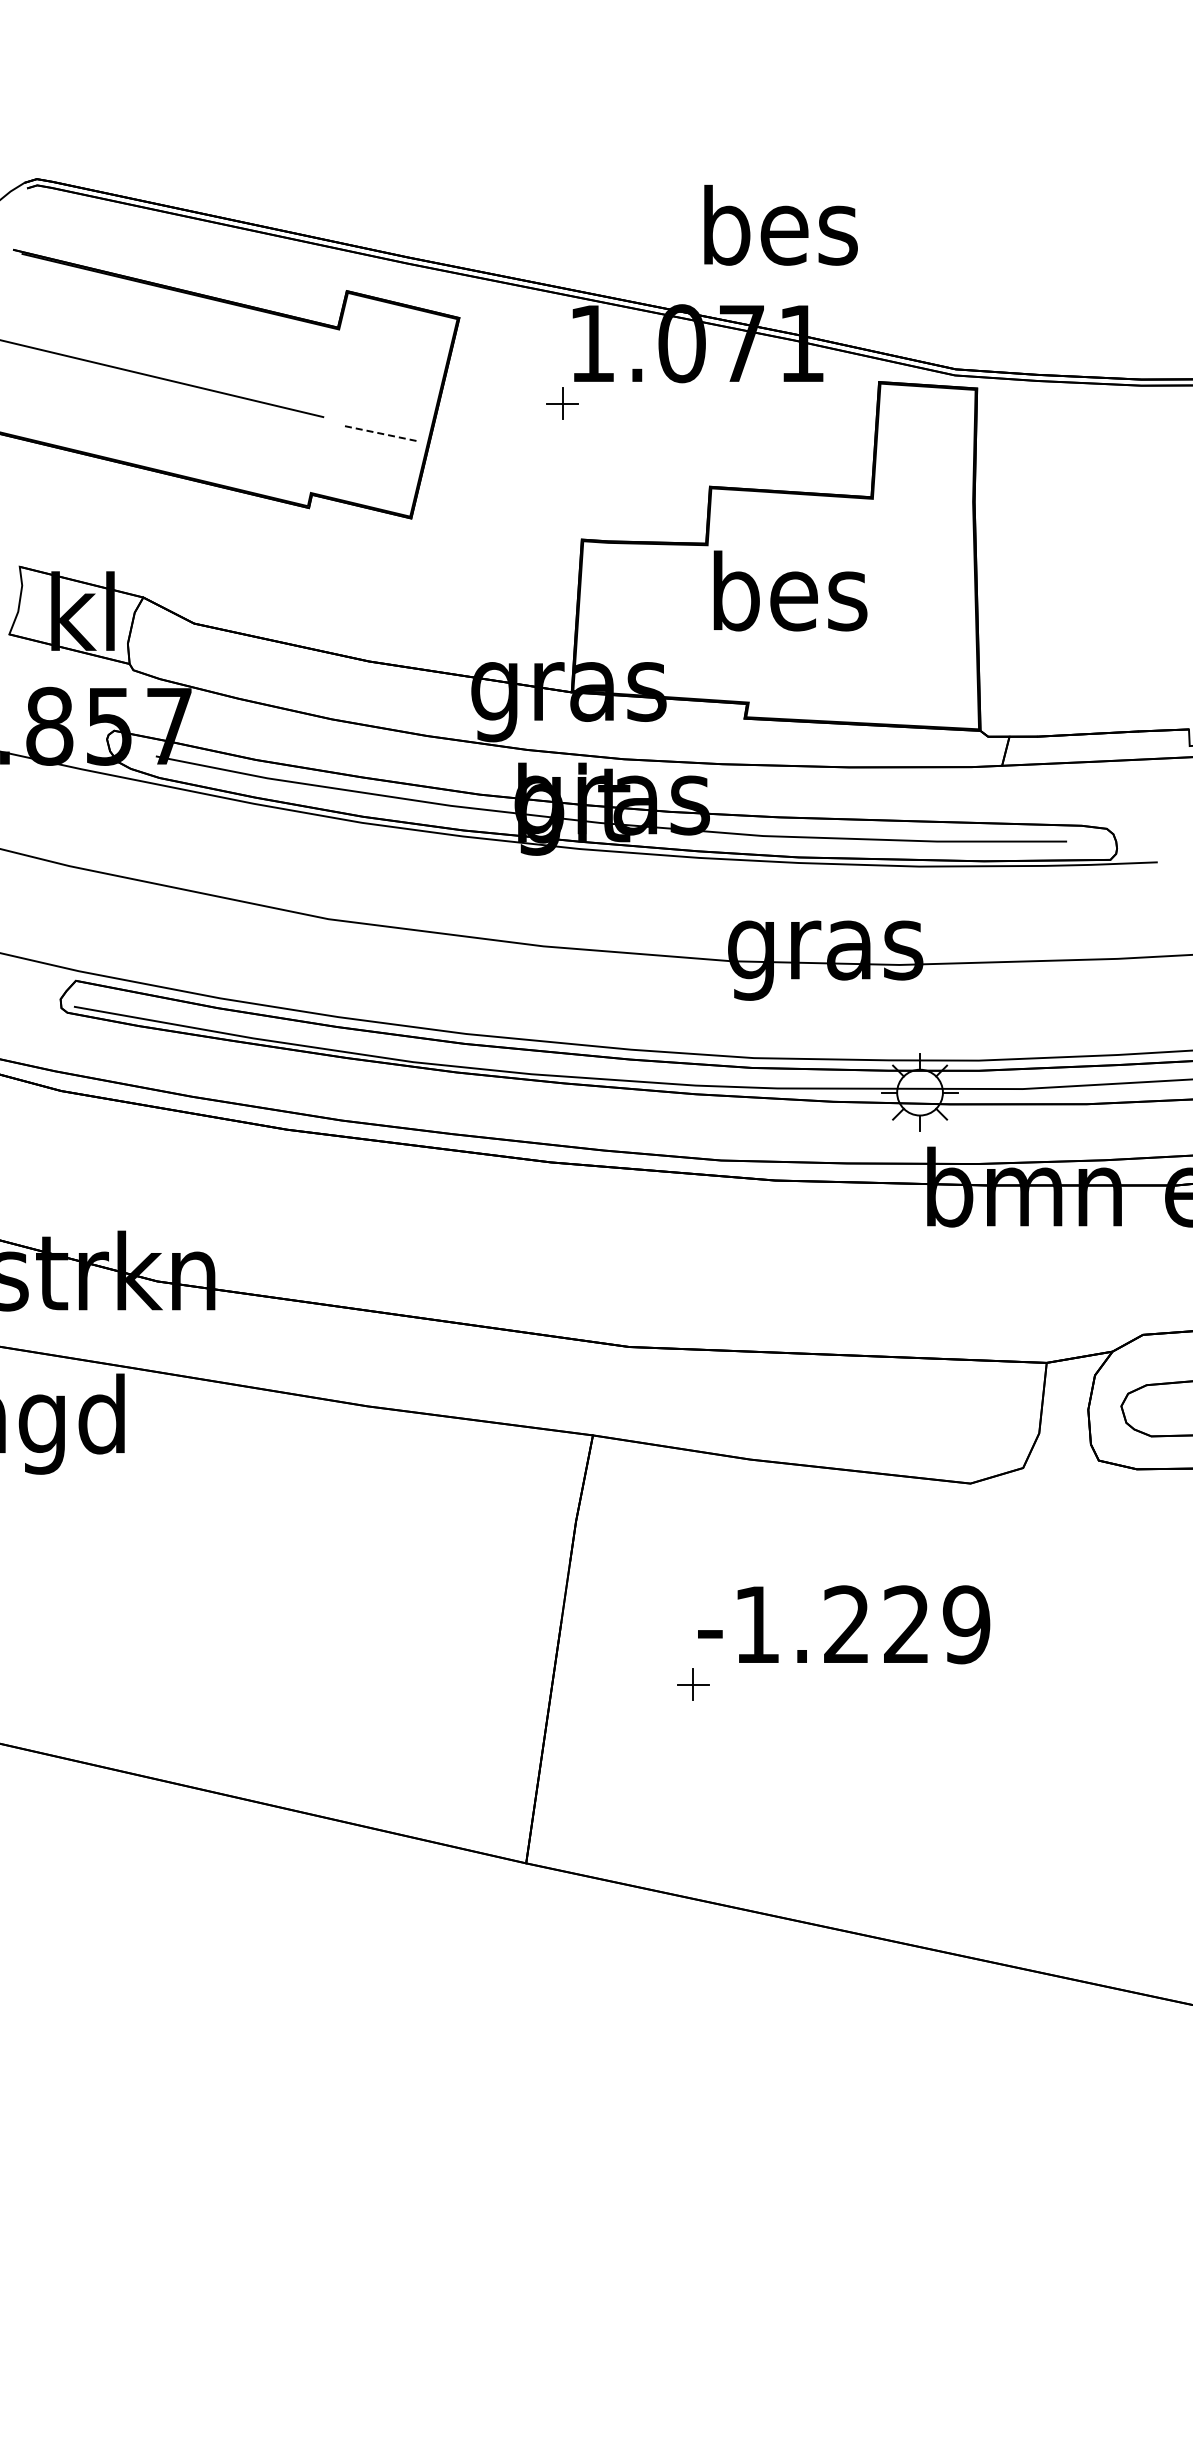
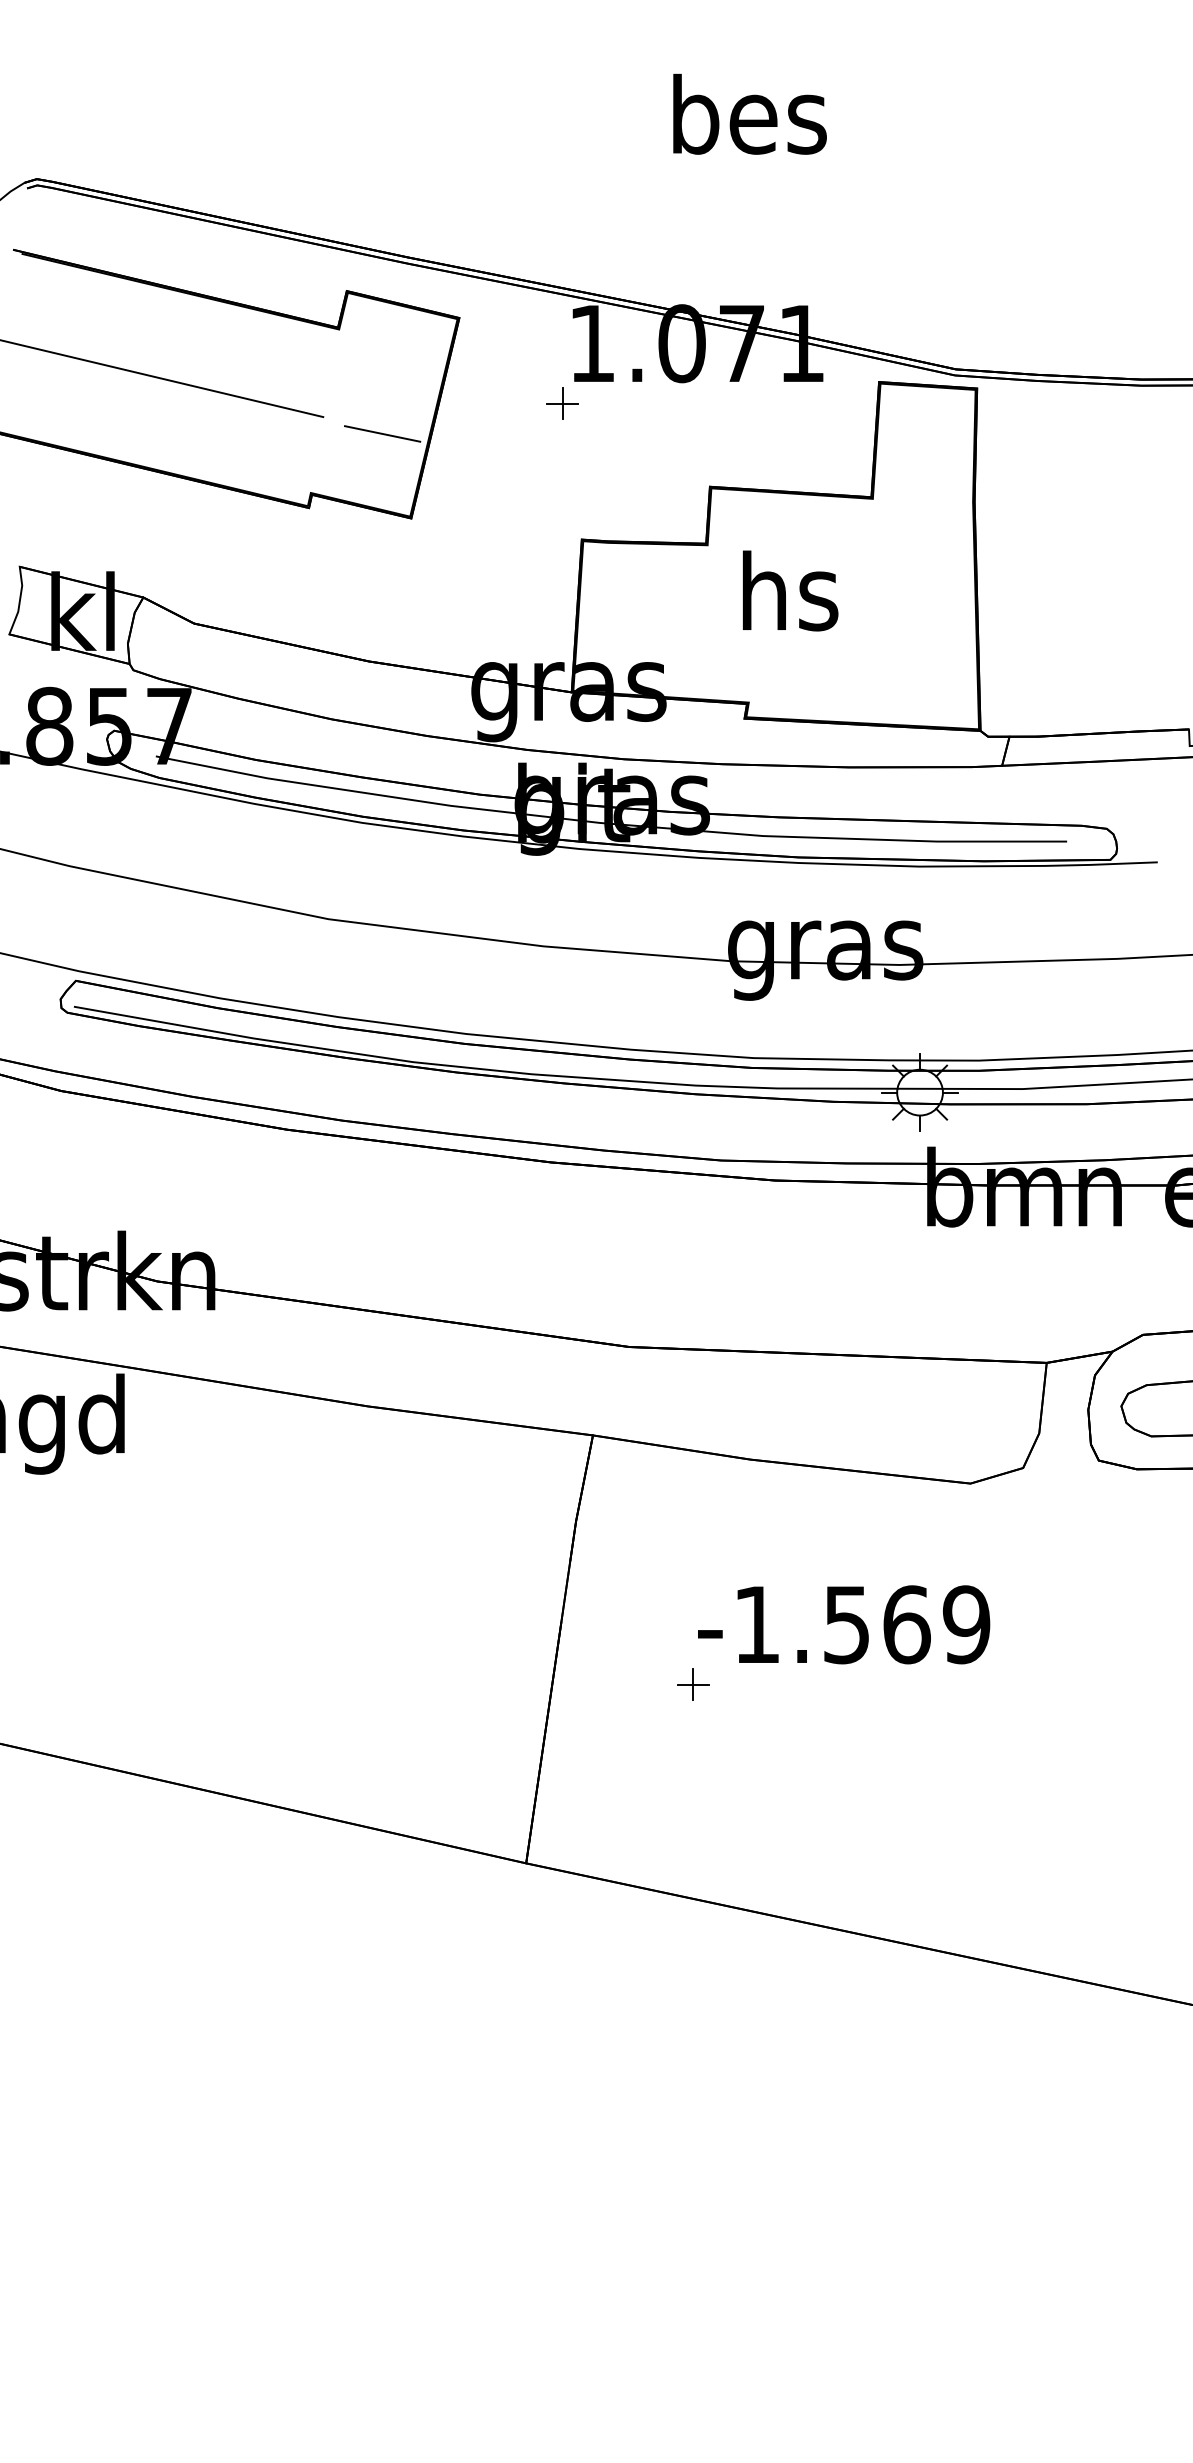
text at (780, 224) position: (780, 224) -> (749, 113)
line at (383, 434): dashed -> solid
text at (790, 590): bes -> hs
text at (877, 1624): -1.229 -> -1.569
